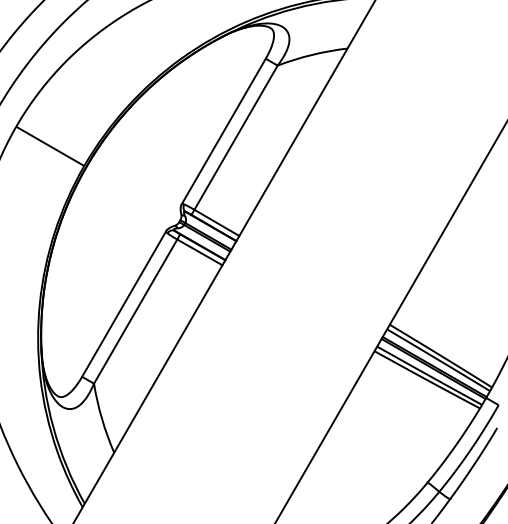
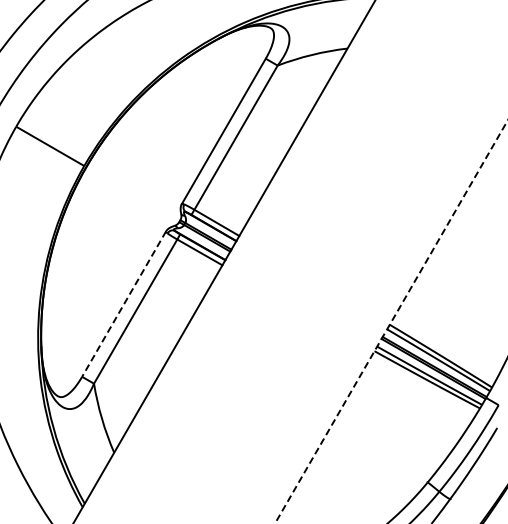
line at (123, 304): solid -> dashed
line at (391, 321): solid -> dashed
